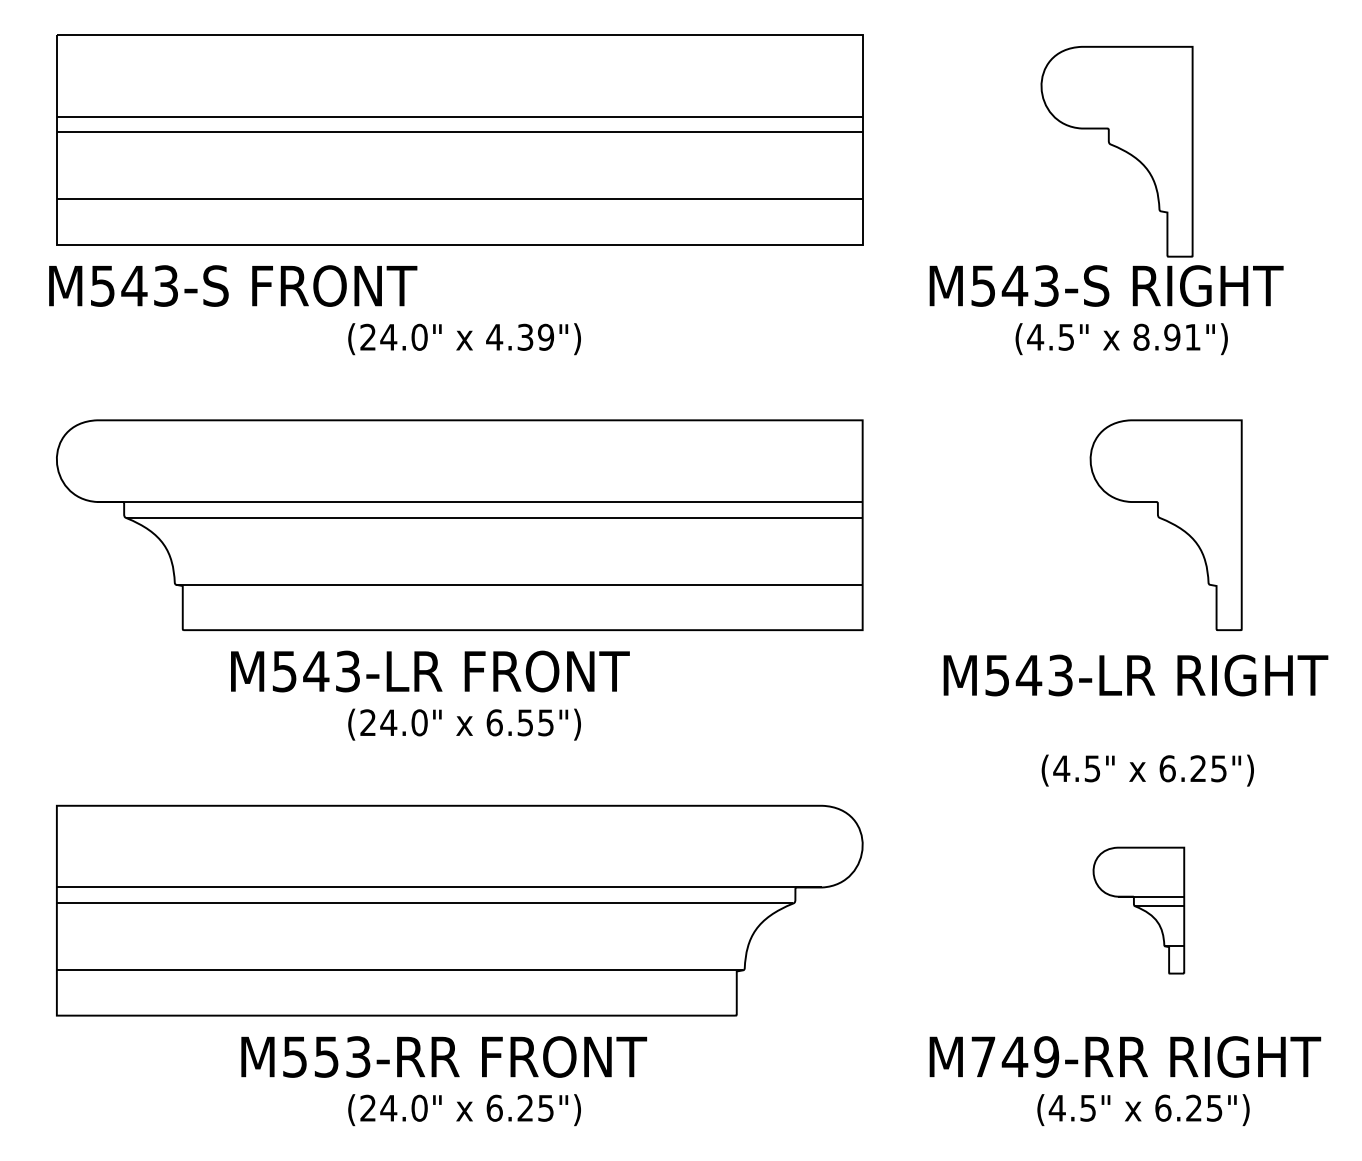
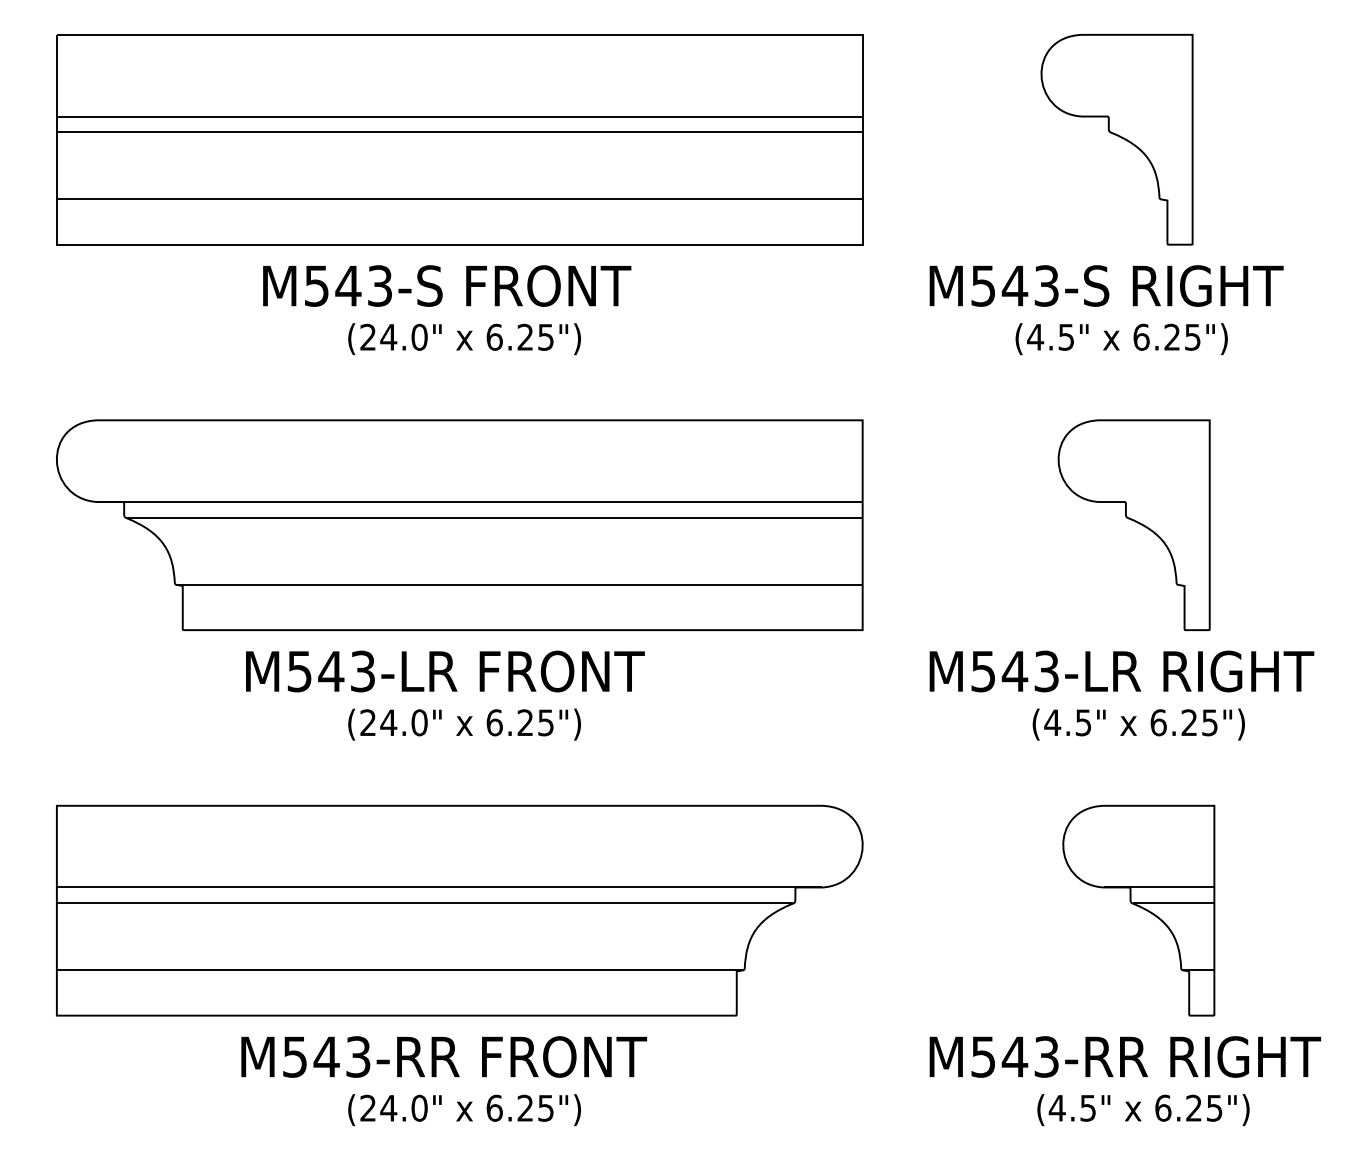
part at (1116, 151) position: (1116, 151) -> (1116, 139)
text at (233, 285) position: (233, 285) -> (447, 285)
text at (520, 336): 4.39") -> 6.25")
text at (1166, 336): 8.91") -> 6.25")
part at (1165, 525) position: (1165, 525) -> (1133, 525)
text at (430, 671) position: (430, 671) -> (445, 671)
text at (1135, 675) position: (1135, 675) -> (1121, 671)
text at (524, 722): 6.55") -> 6.25")
text at (1147, 770) position: (1147, 770) -> (1138, 724)
part at (1138, 910) size: 94x129 px -> 154x213 px
text at (326, 1056): M553-RR -> M543-RR
text at (1015, 1056): M749-RR -> M543-RR
